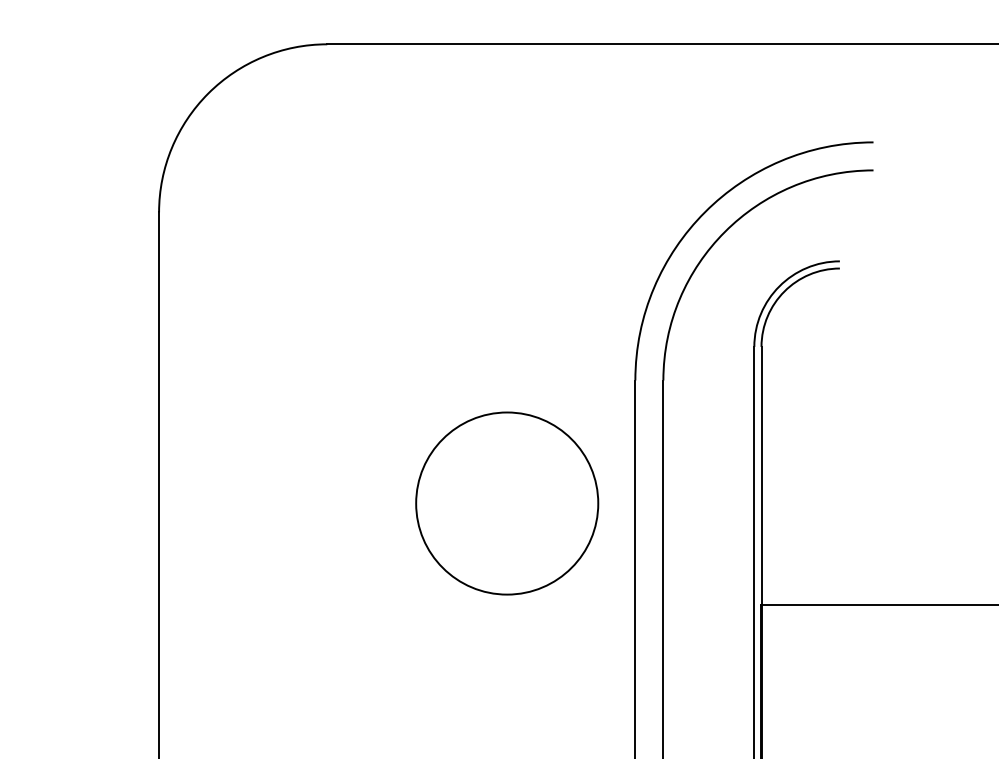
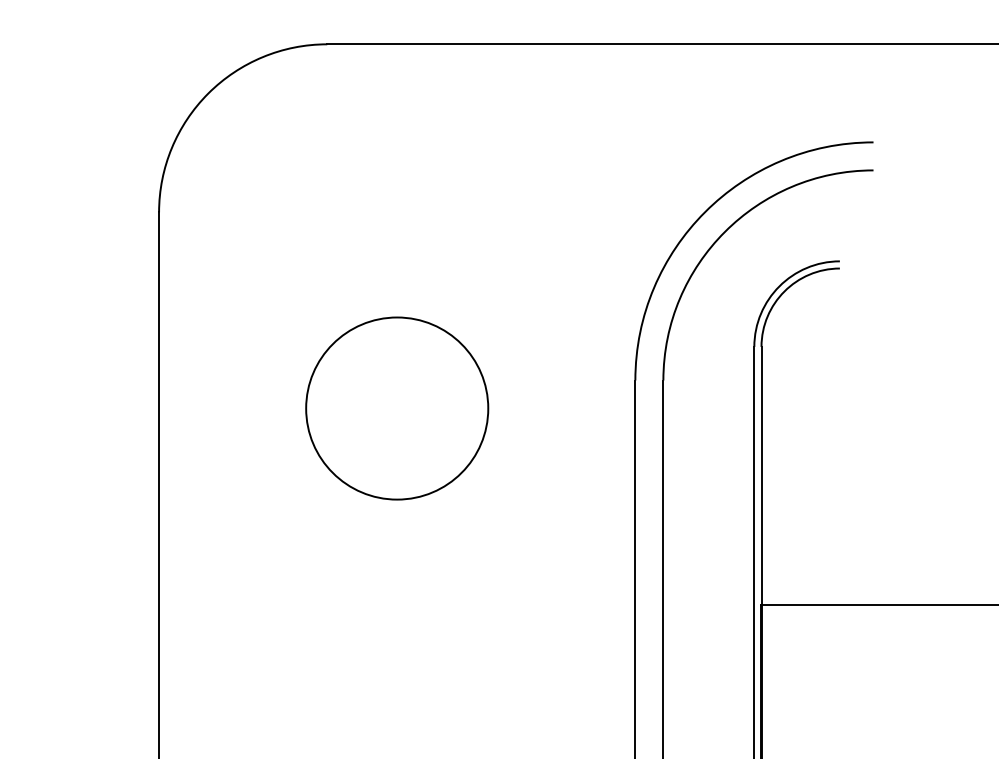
circle at (507, 503) position: (507, 503) -> (397, 408)
